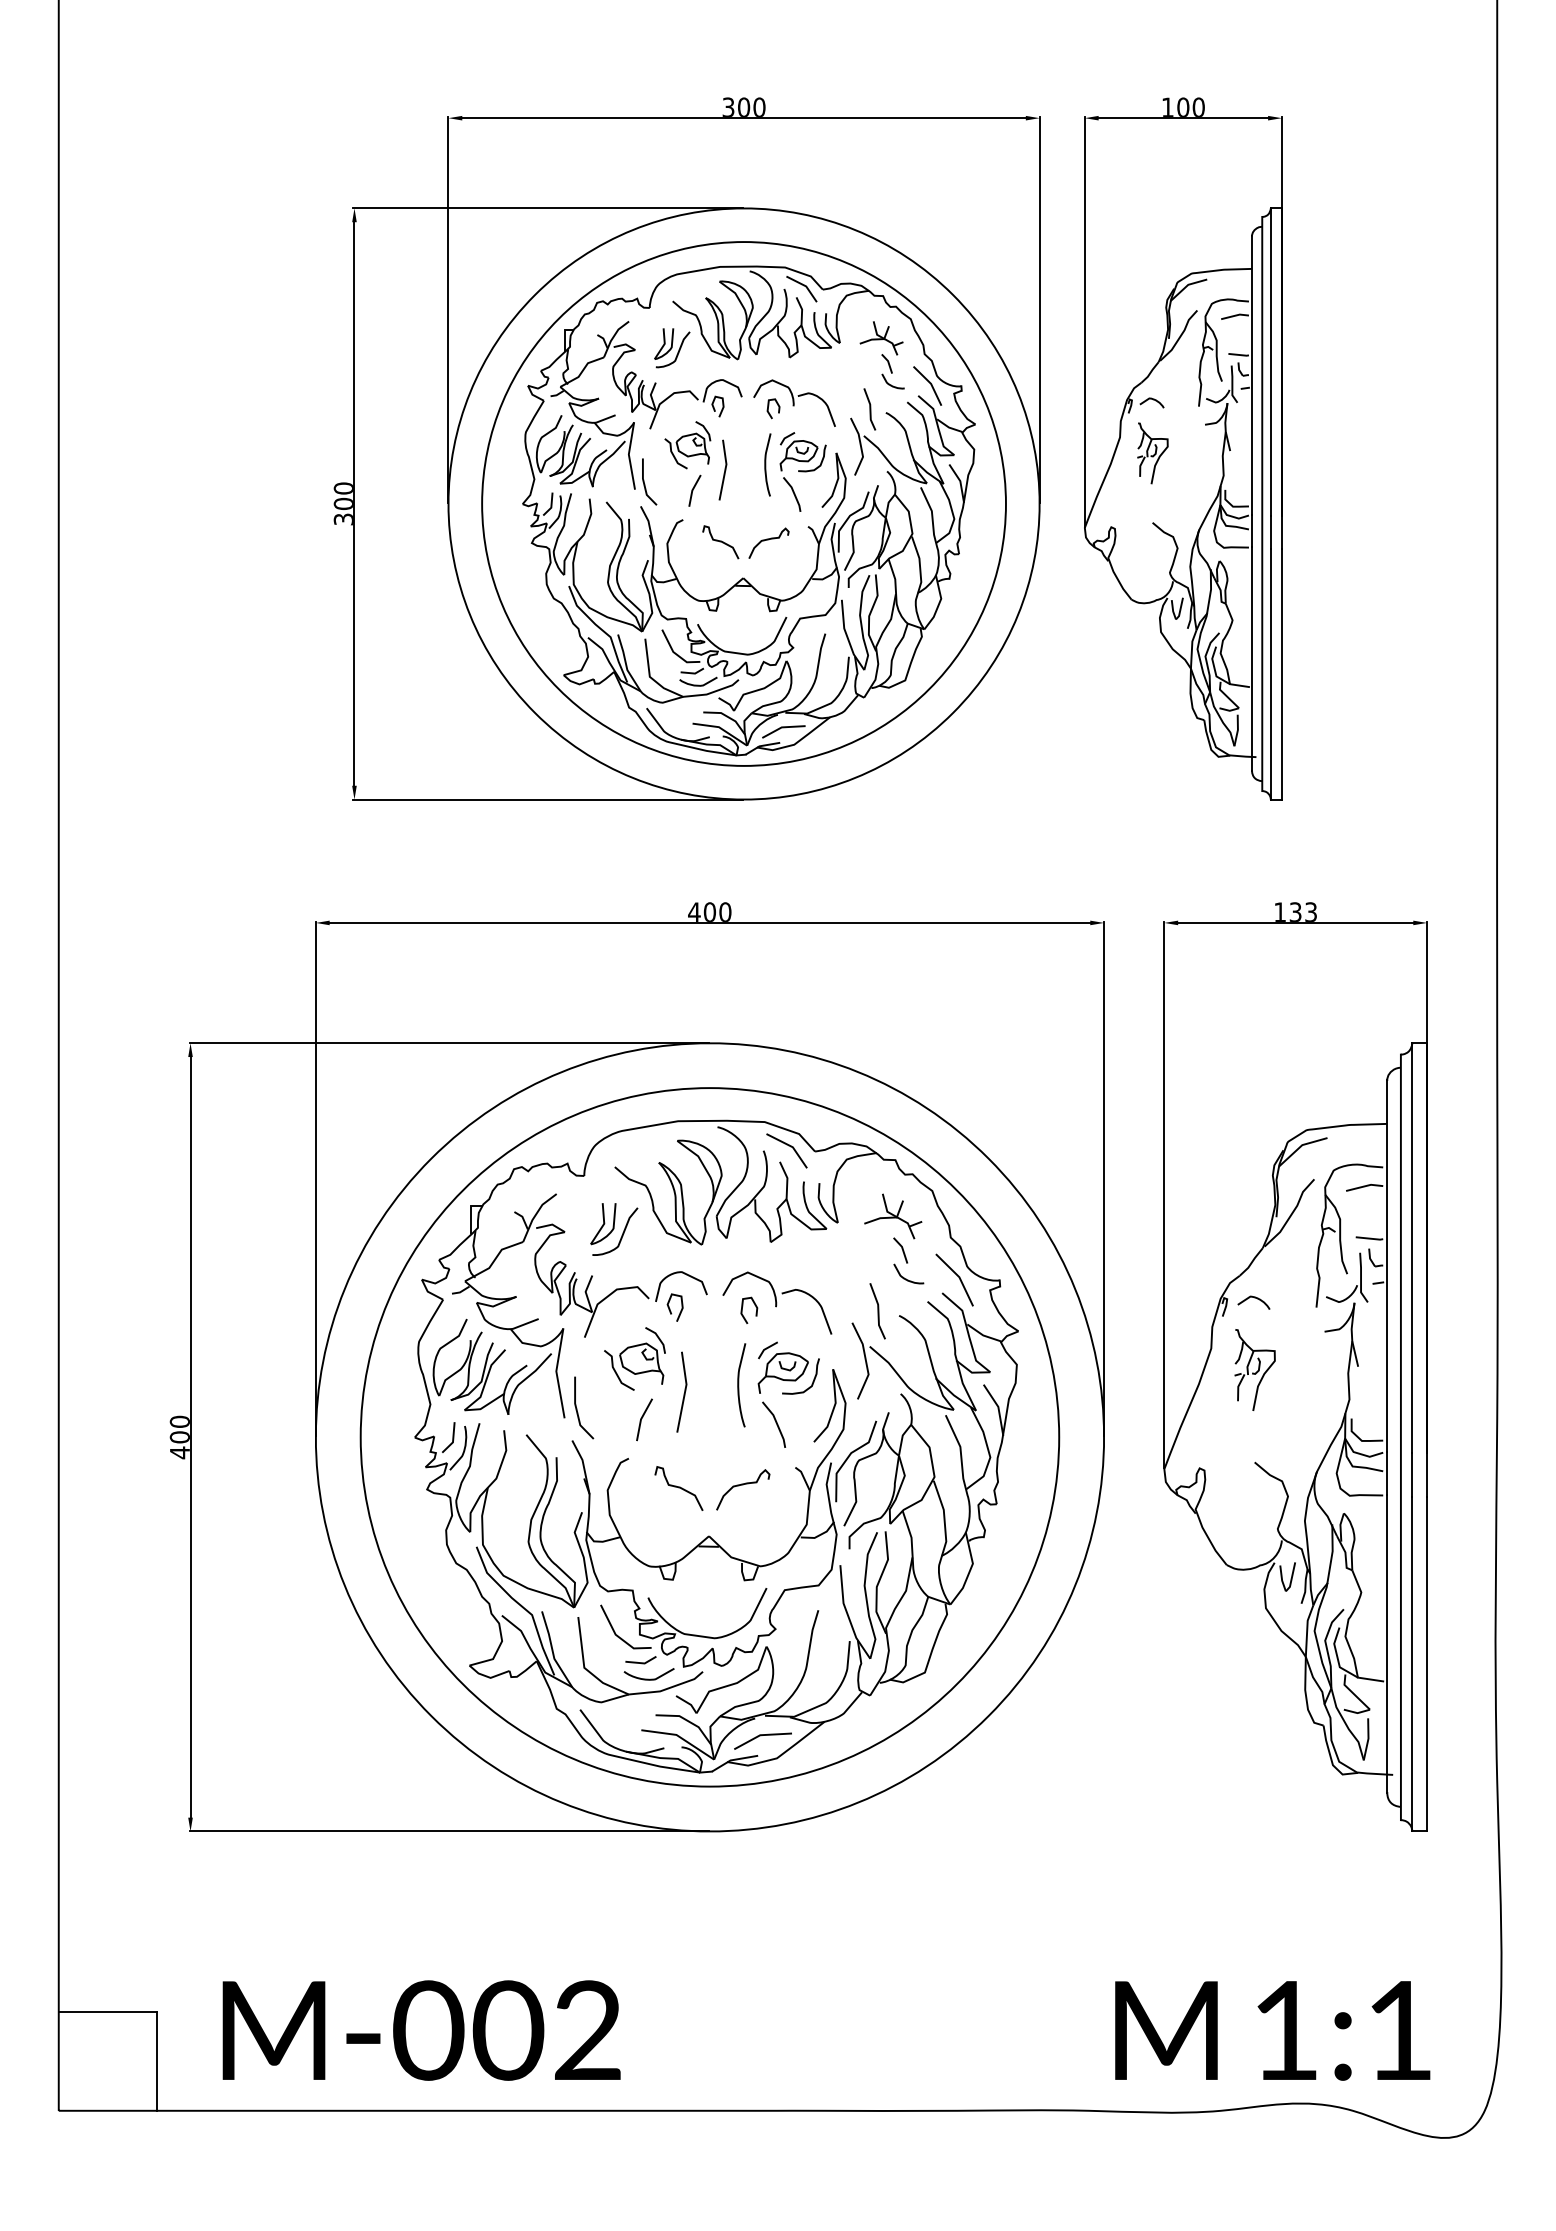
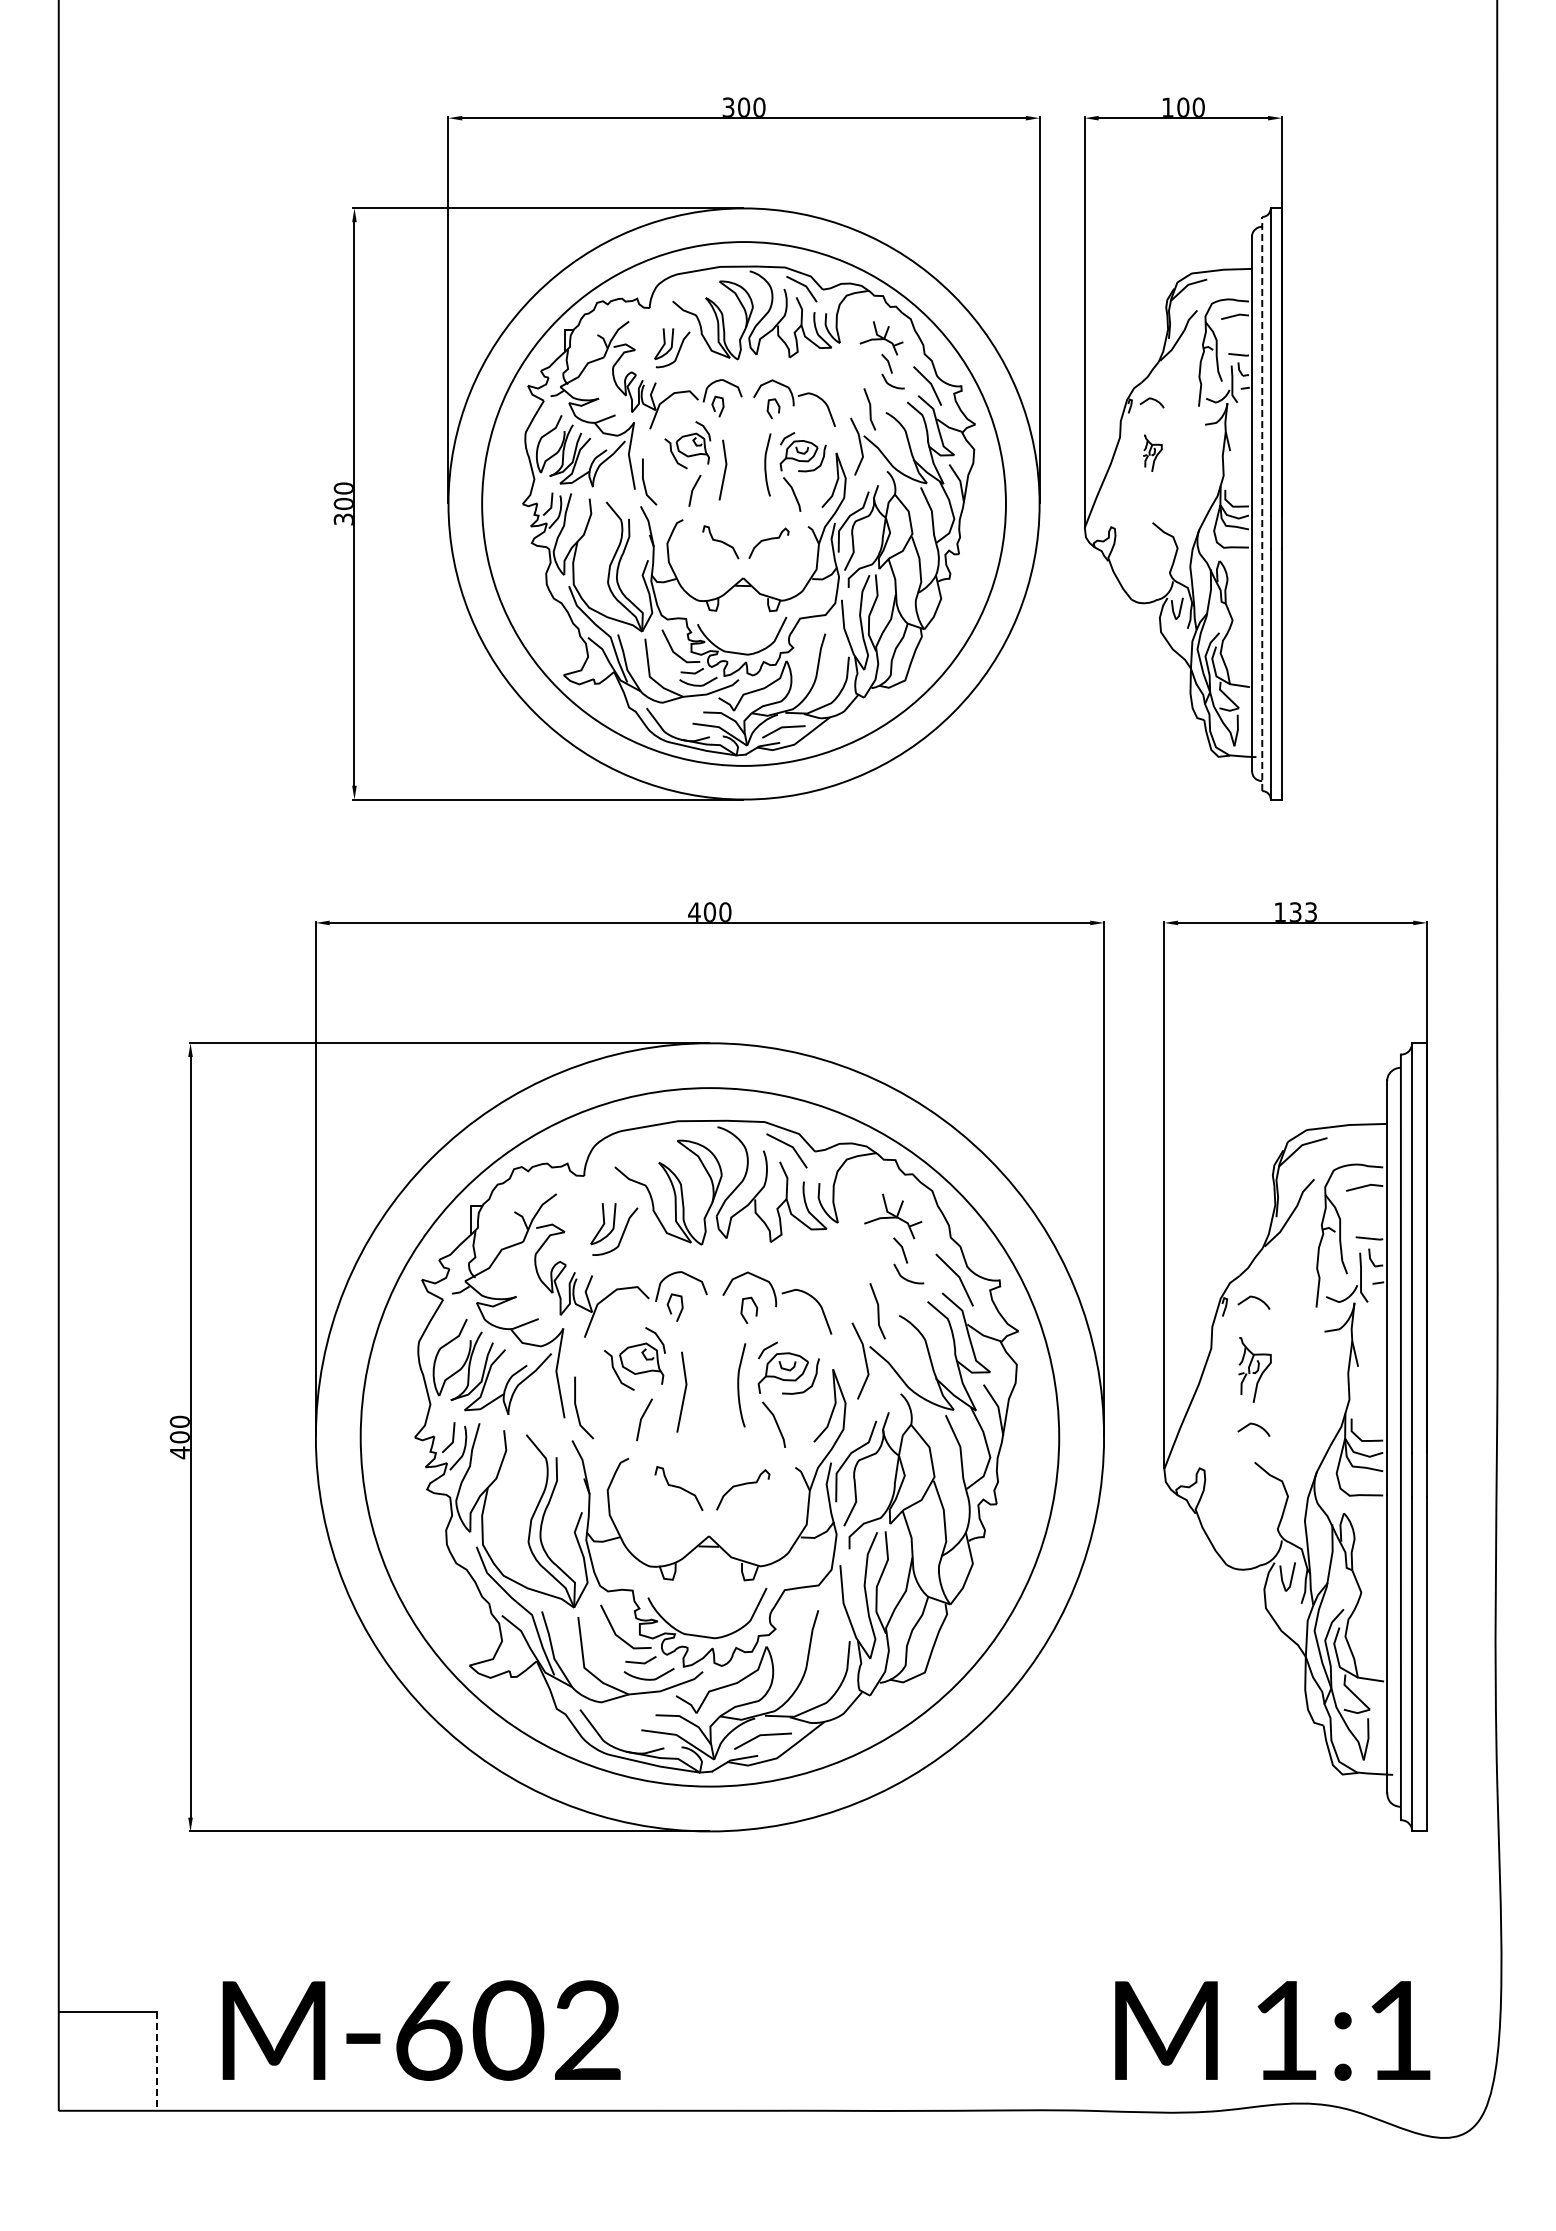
part at (1152, 453) size: 32x63 px -> 20x38 px
line at (1262, 503): solid -> dashed
part at (1254, 1369) size: 42x82 px -> 34x66 px
curve at (1254, 1425): none -> present
text at (428, 2030): M-002 -> M-602
line at (157, 2062): solid -> dashed
